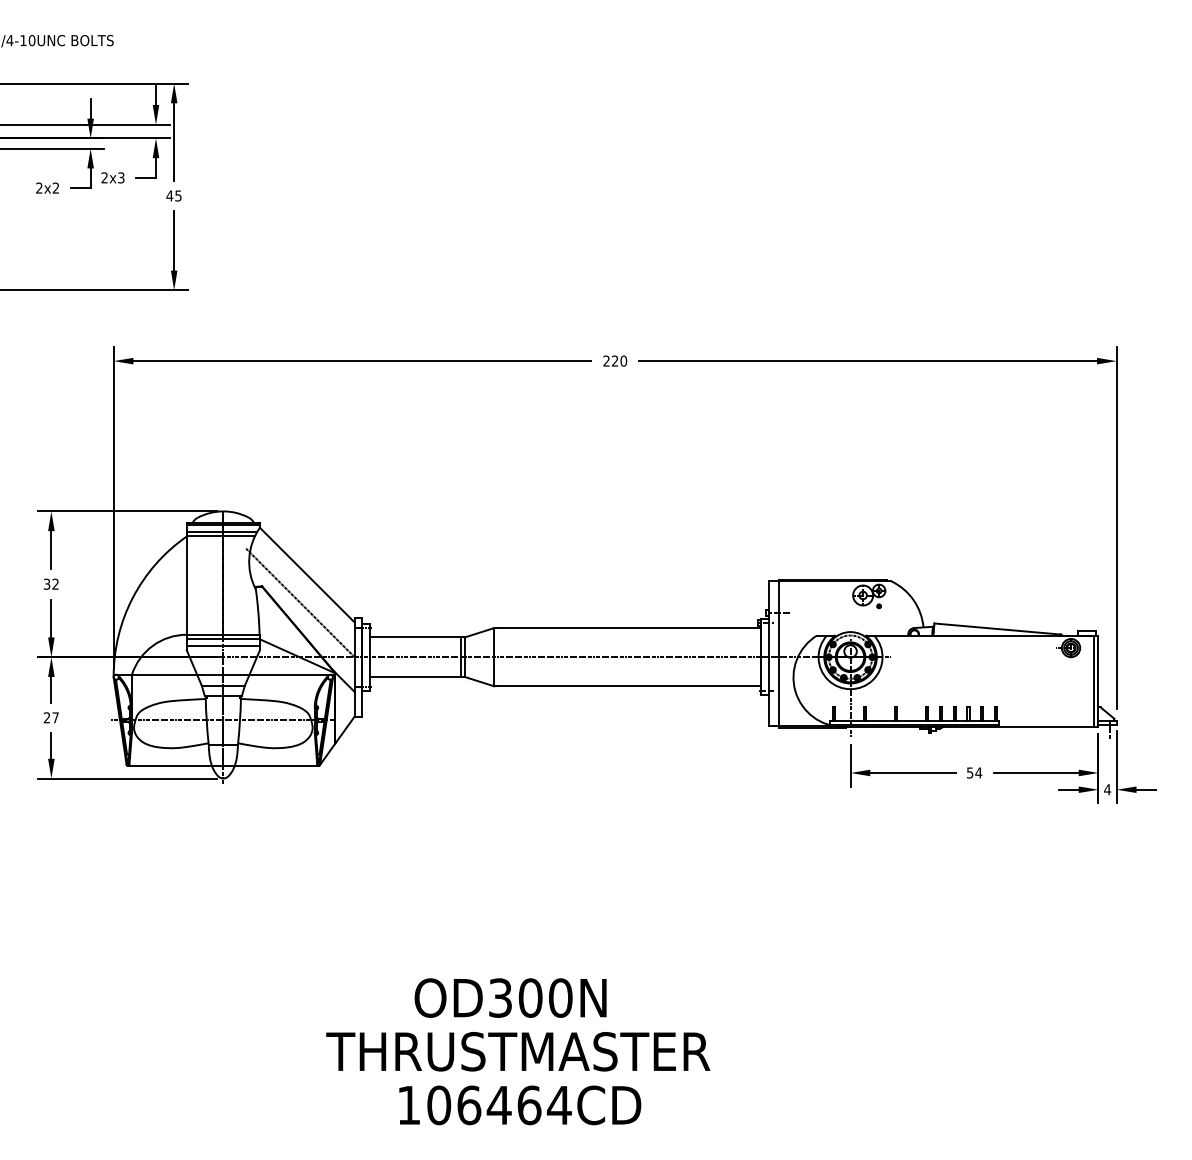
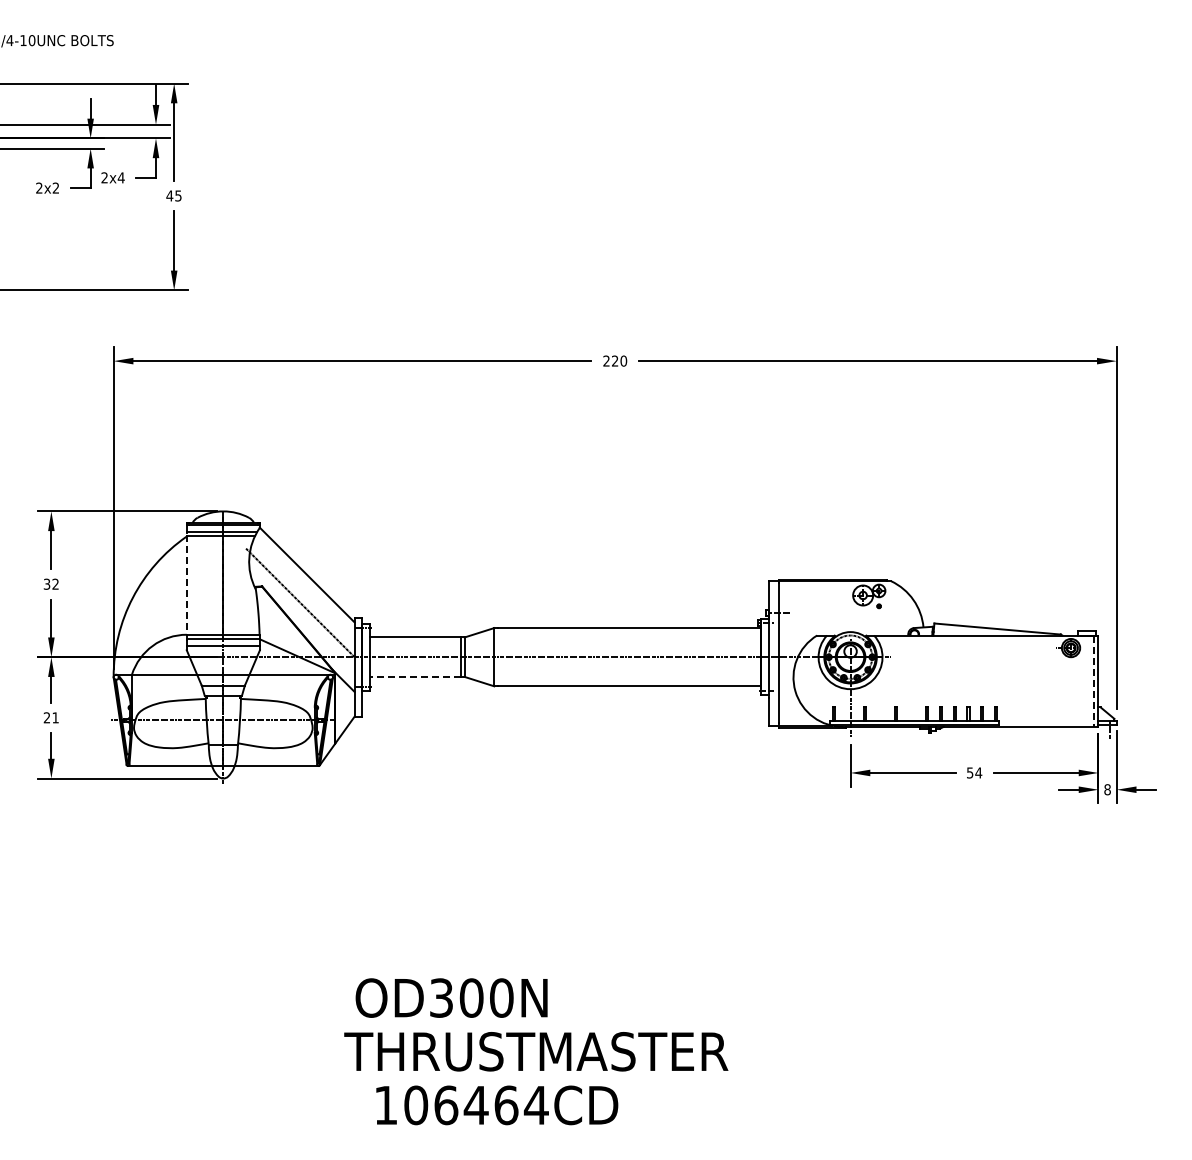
text at (120, 177): 2x3 -> 2x4
line at (186, 586): solid -> dashed
line at (415, 676): solid -> dashed
line at (1093, 681): solid -> dashed
text at (55, 717): 27 -> 21
text at (1107, 789): 4 -> 8
text at (510, 997) position: (510, 997) -> (451, 997)
text at (518, 1051) position: (518, 1051) -> (536, 1051)
text at (520, 1105) position: (520, 1105) -> (497, 1105)
